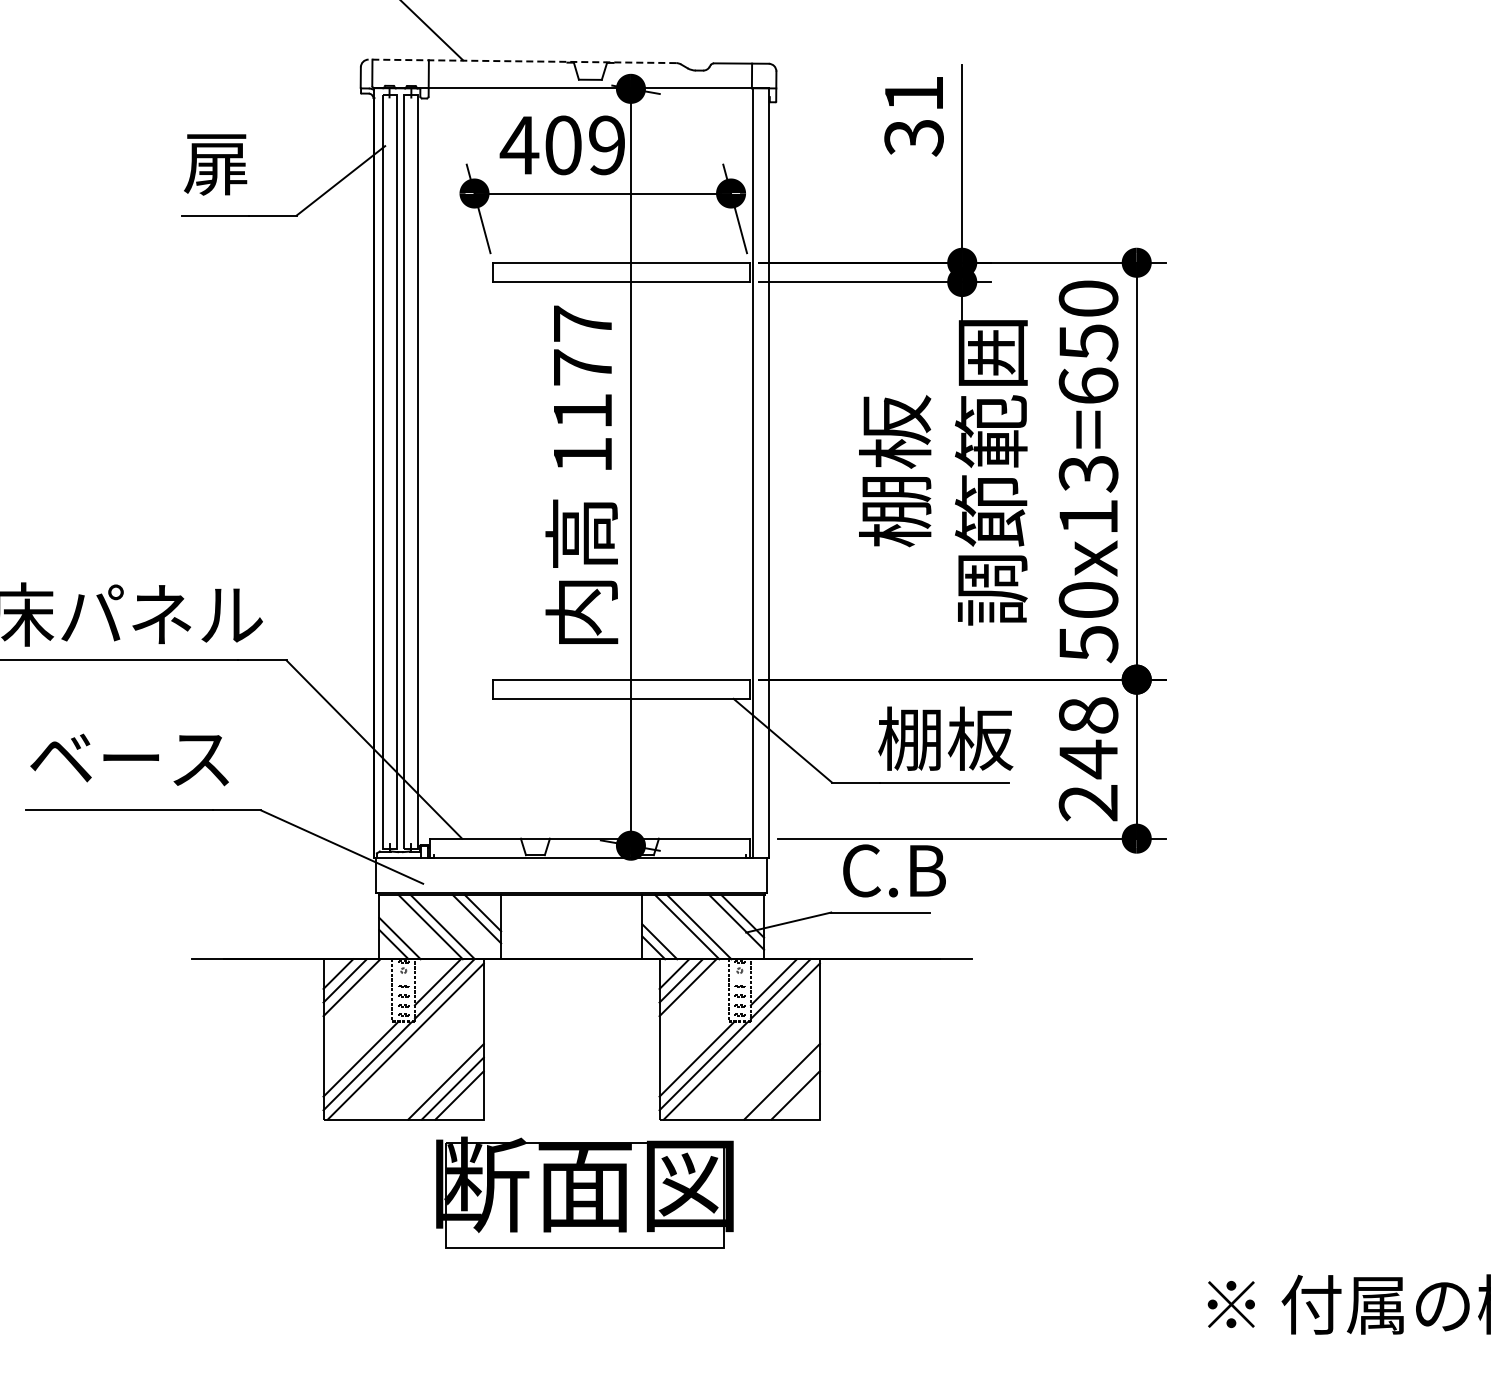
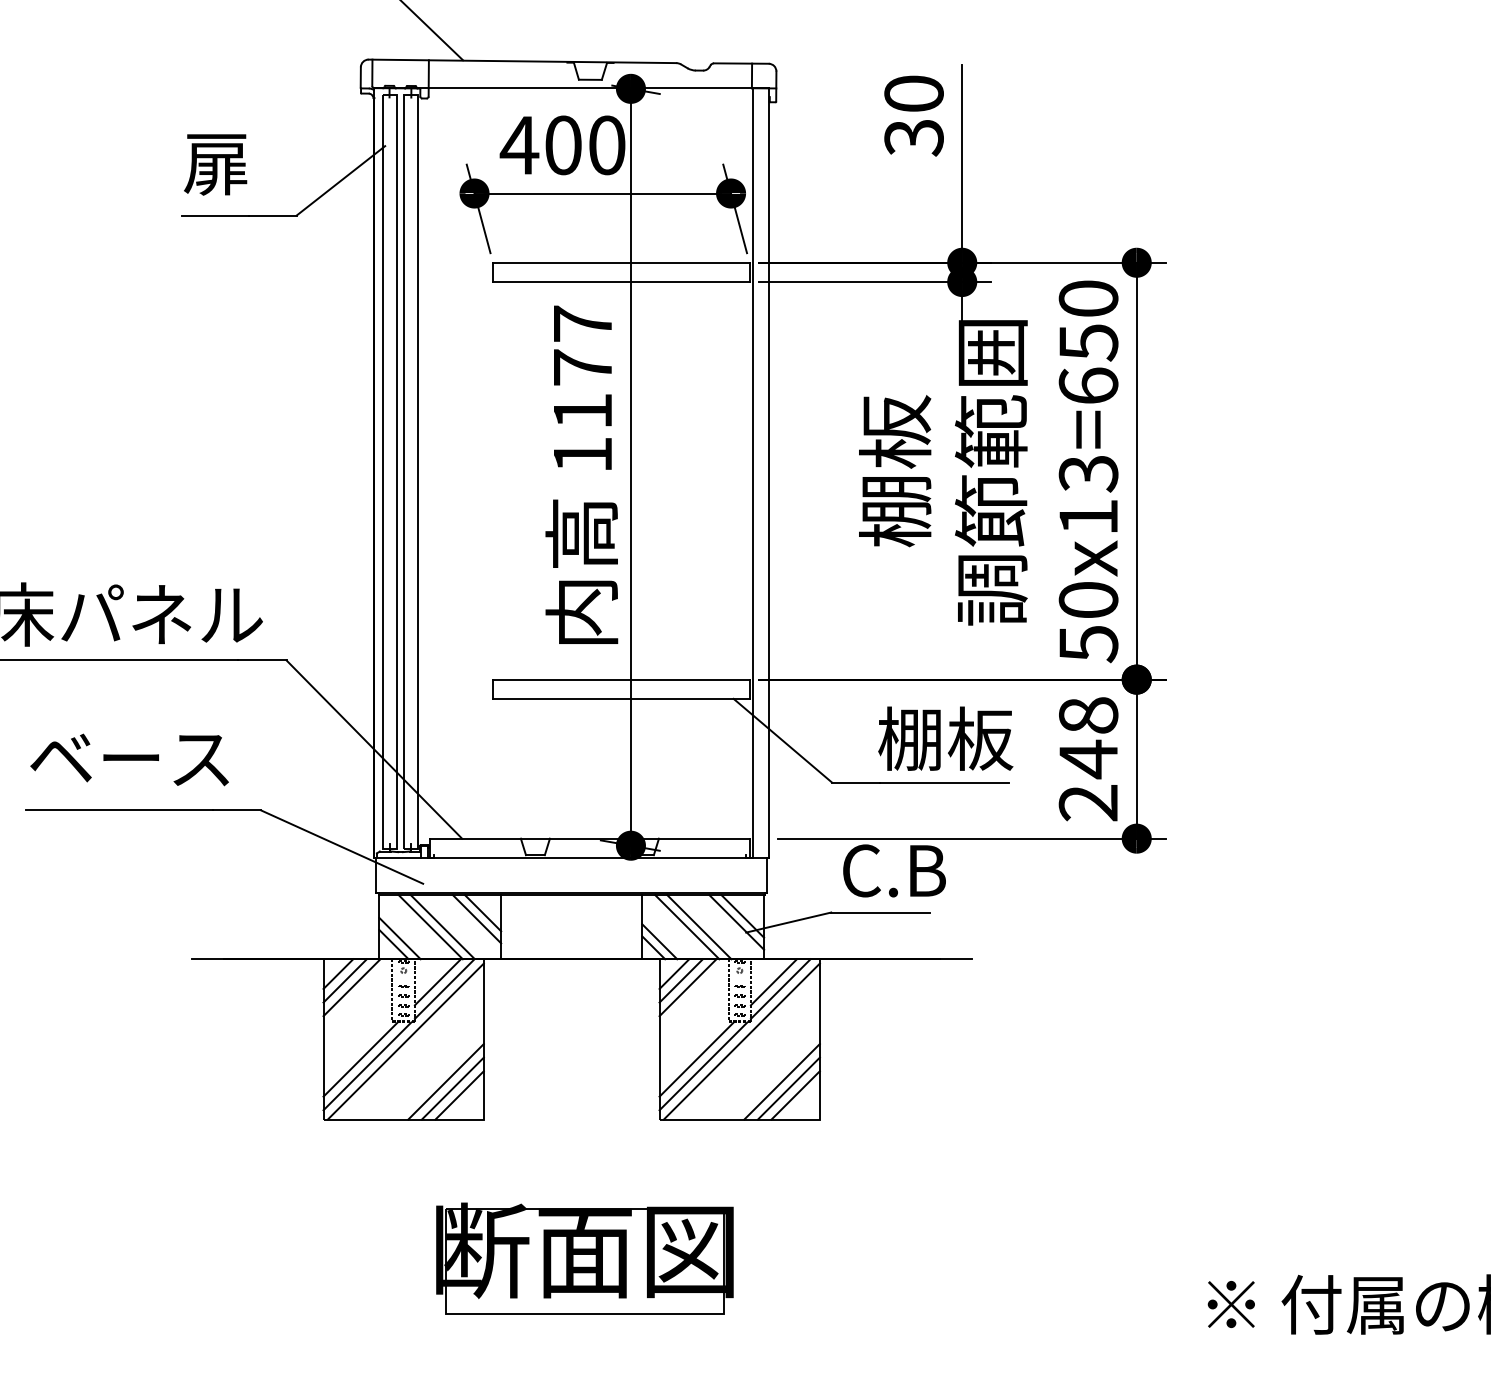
line at (522, 61): dashed -> solid
text at (913, 93): 31 -> 30
text at (607, 145): 409 -> 400
line at (788, 1088): none -> present
part at (584, 1192) position: (584, 1192) -> (584, 1258)
